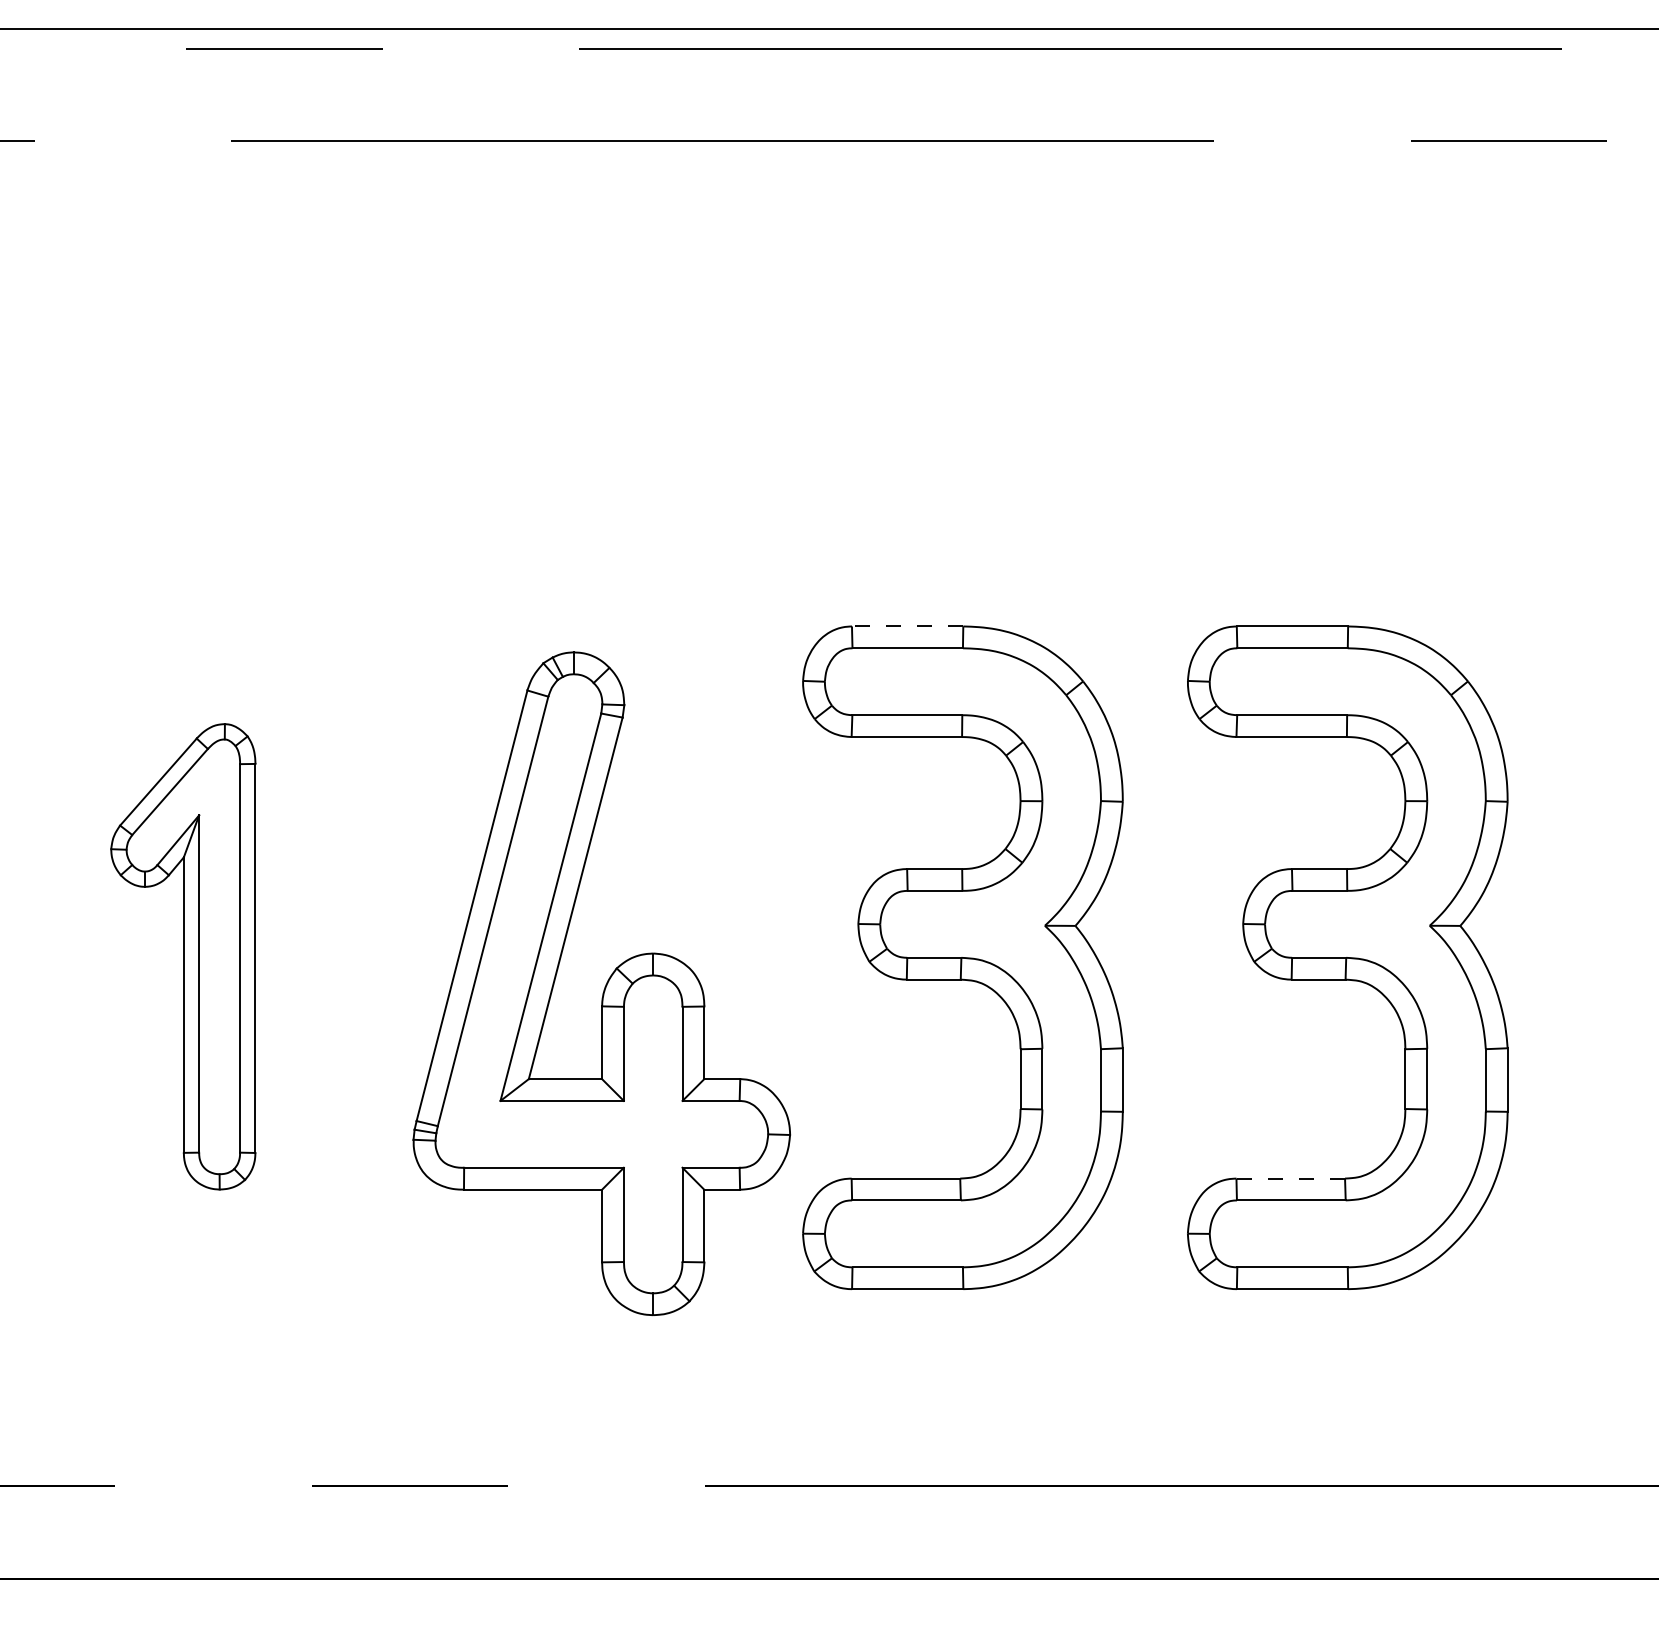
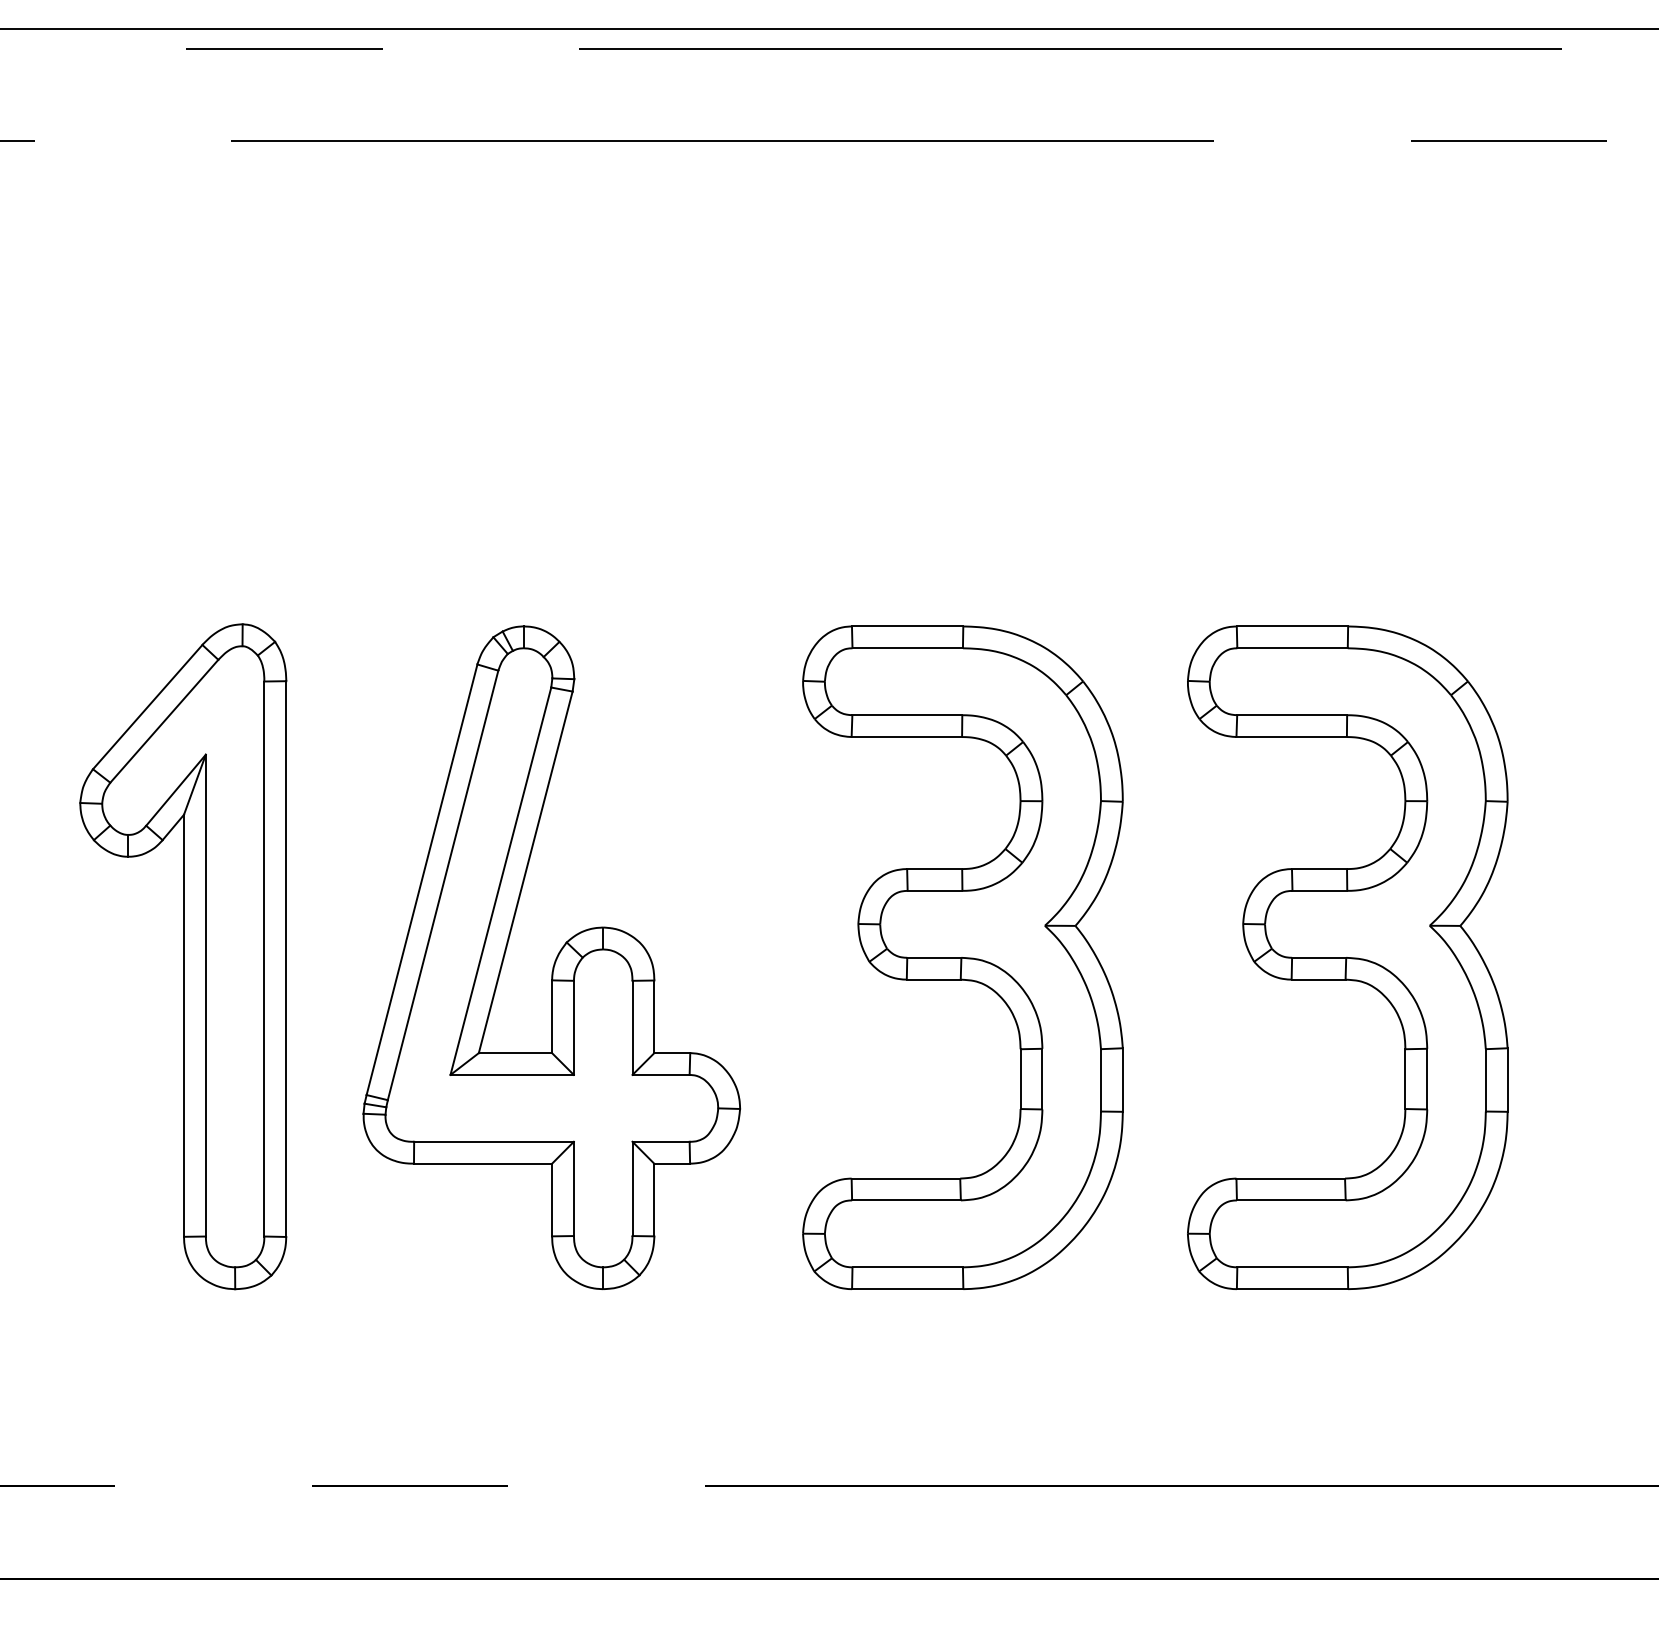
line at (907, 626): dashed -> solid
part at (183, 956) size: 147x468 px -> 209x668 px
part at (601, 983) position: (601, 983) -> (551, 957)
line at (1290, 1178): dashed -> solid
